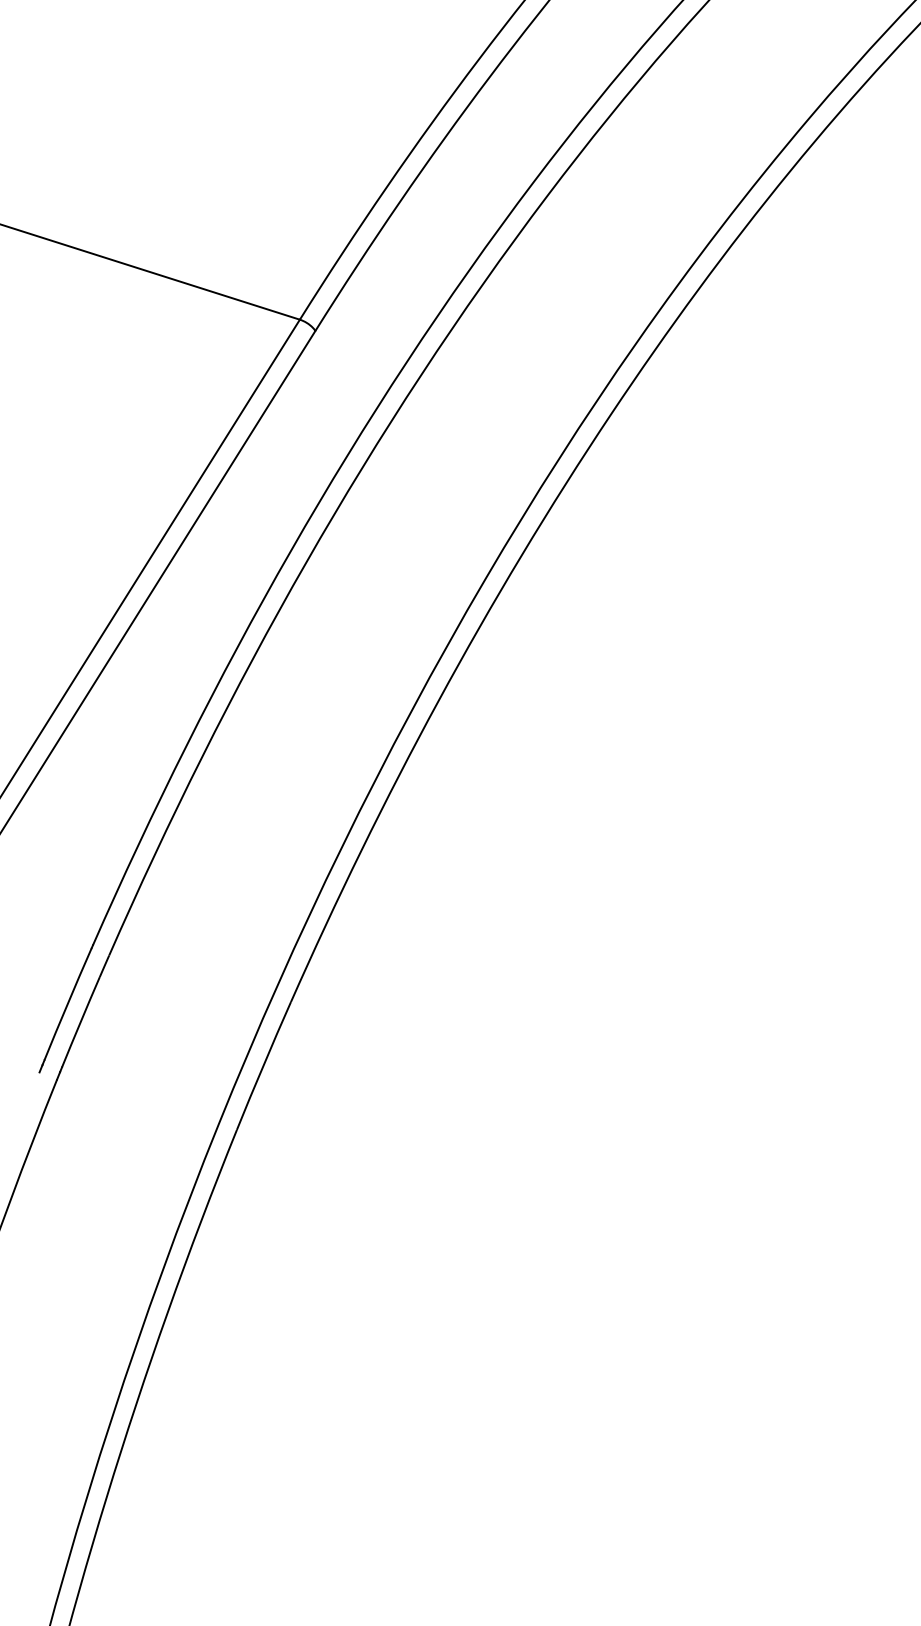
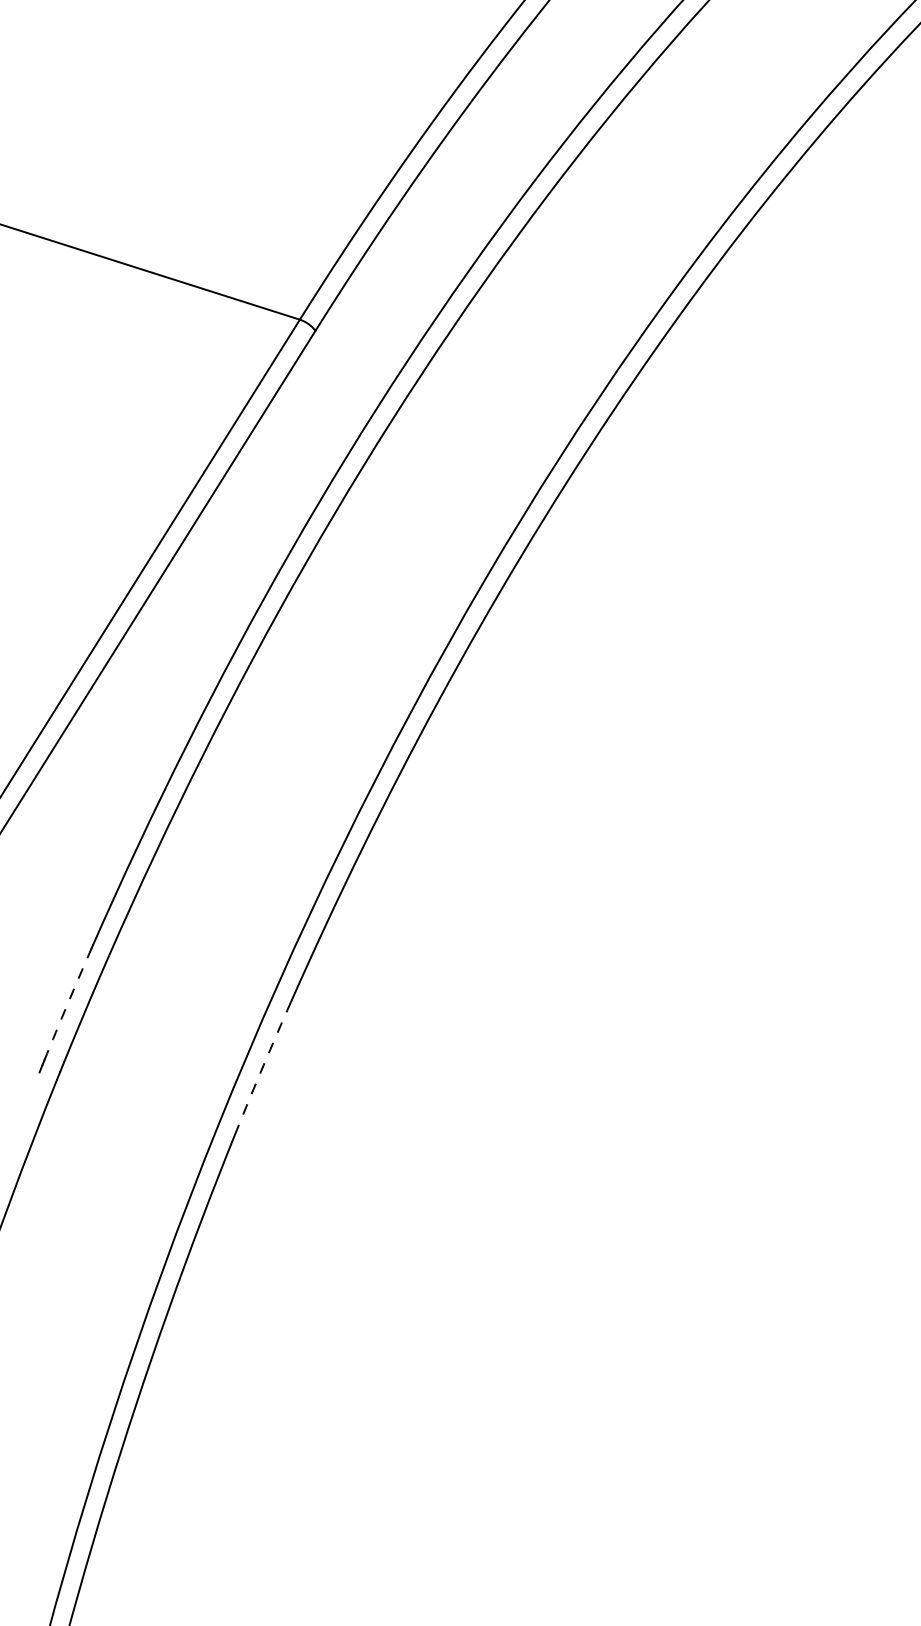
arc at (67, 1004): solid -> dashed
arc at (263, 1065): solid -> dashed
